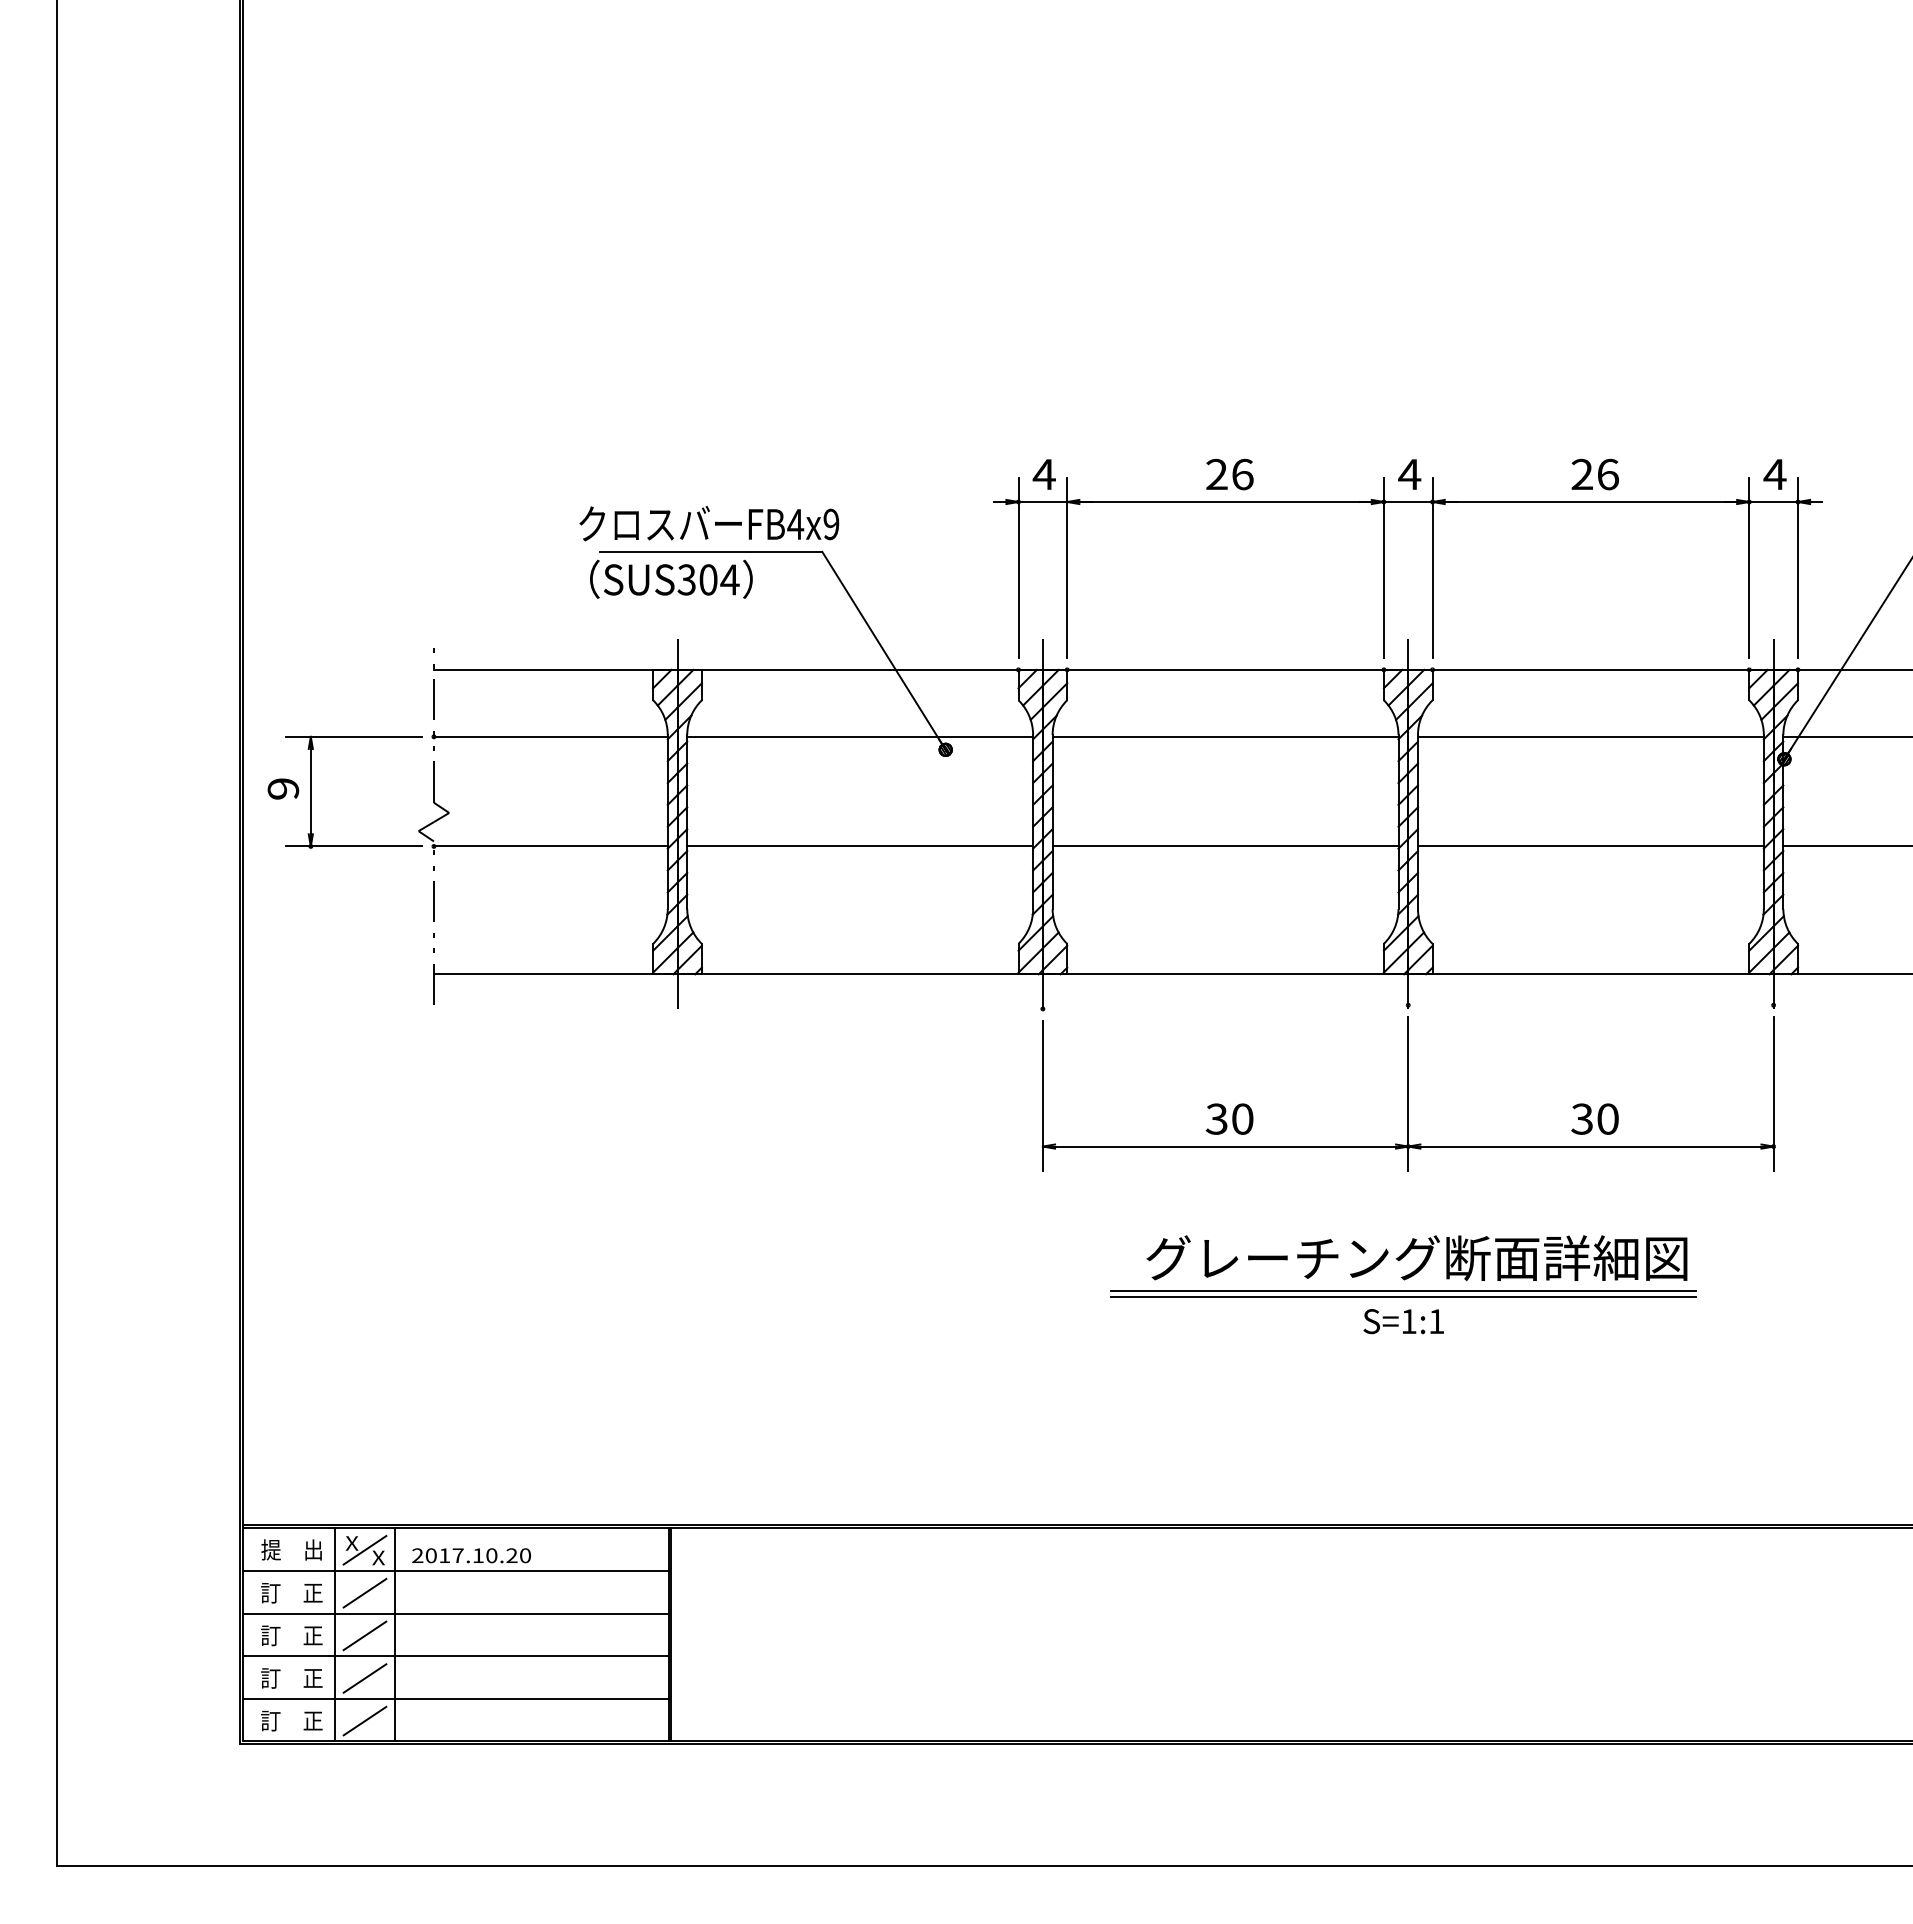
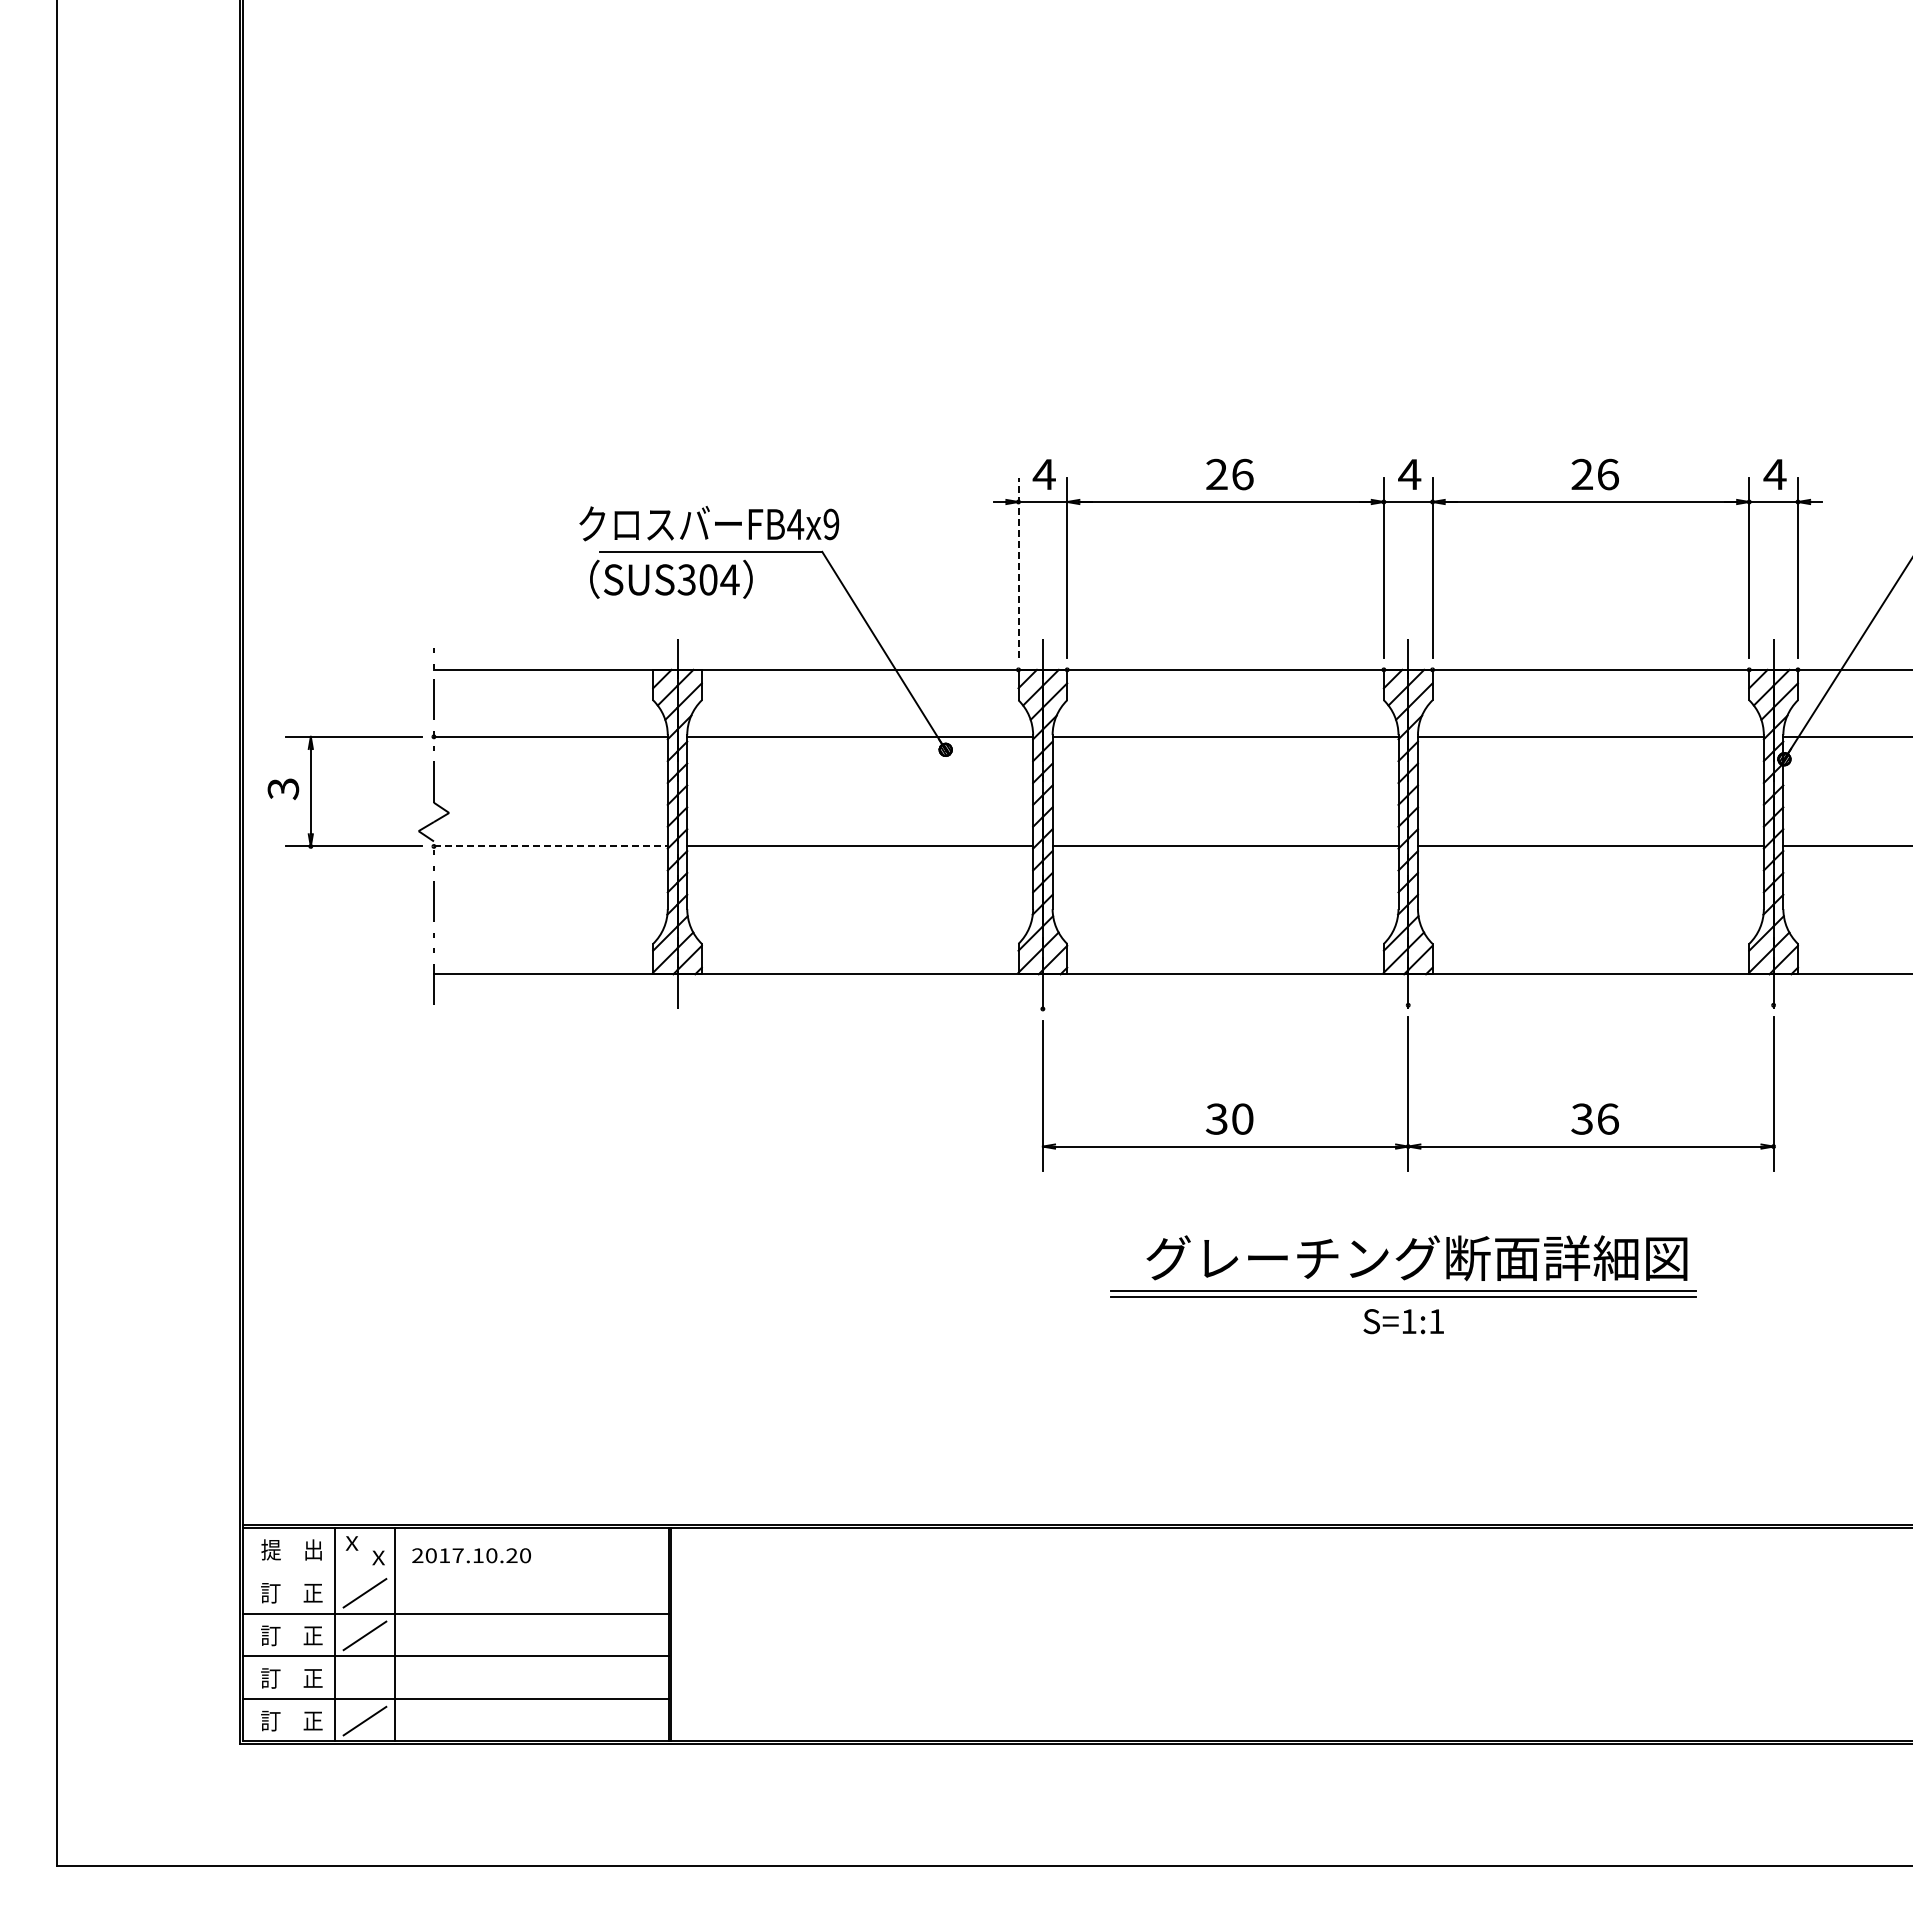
line at (1018, 567): solid -> dashed
text at (283, 788): 9 -> 3
line at (550, 846): solid -> dashed
text at (1607, 1118): 30 -> 36
line at (364, 1550): present -> none
line at (456, 1570): present -> none
line at (364, 1678): present -> none
